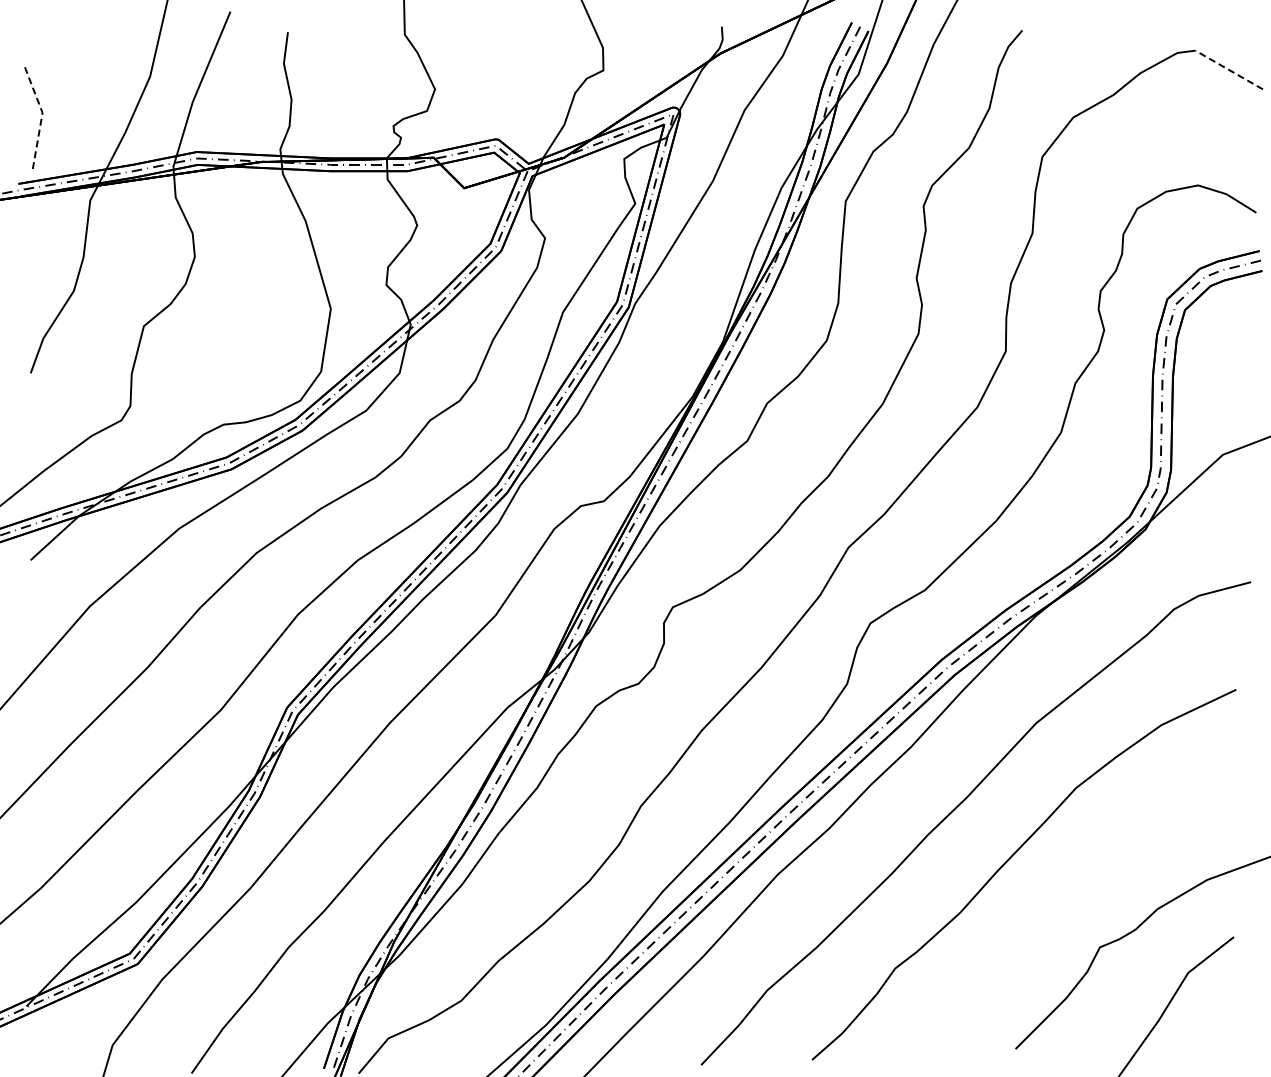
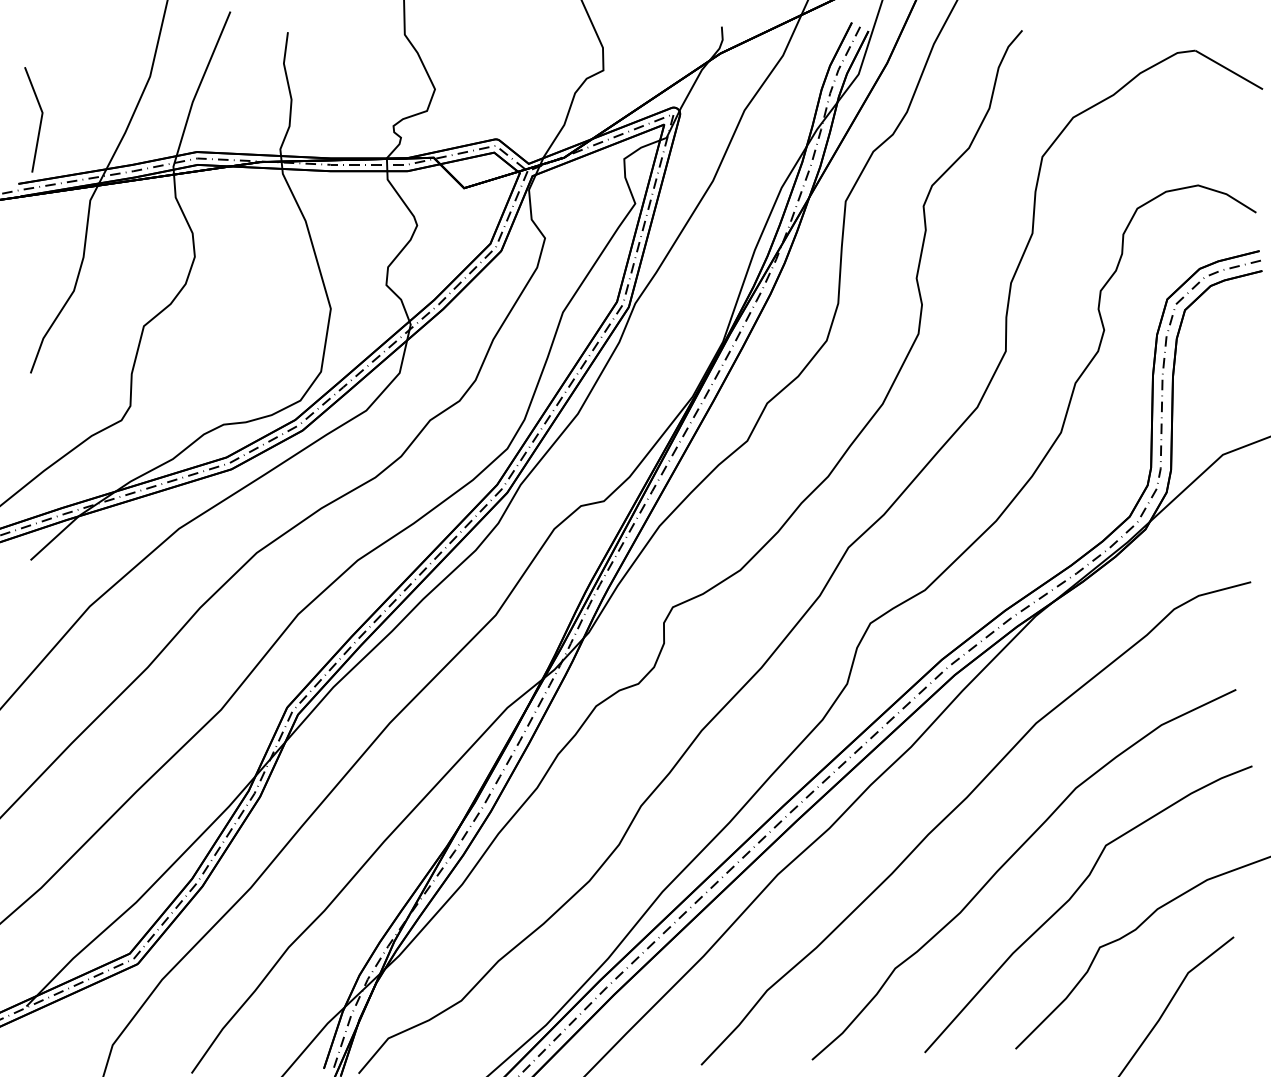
line at (1229, 70): dashed -> solid
line at (41, 117): dashed -> solid
curve at (1073, 896): none -> present
